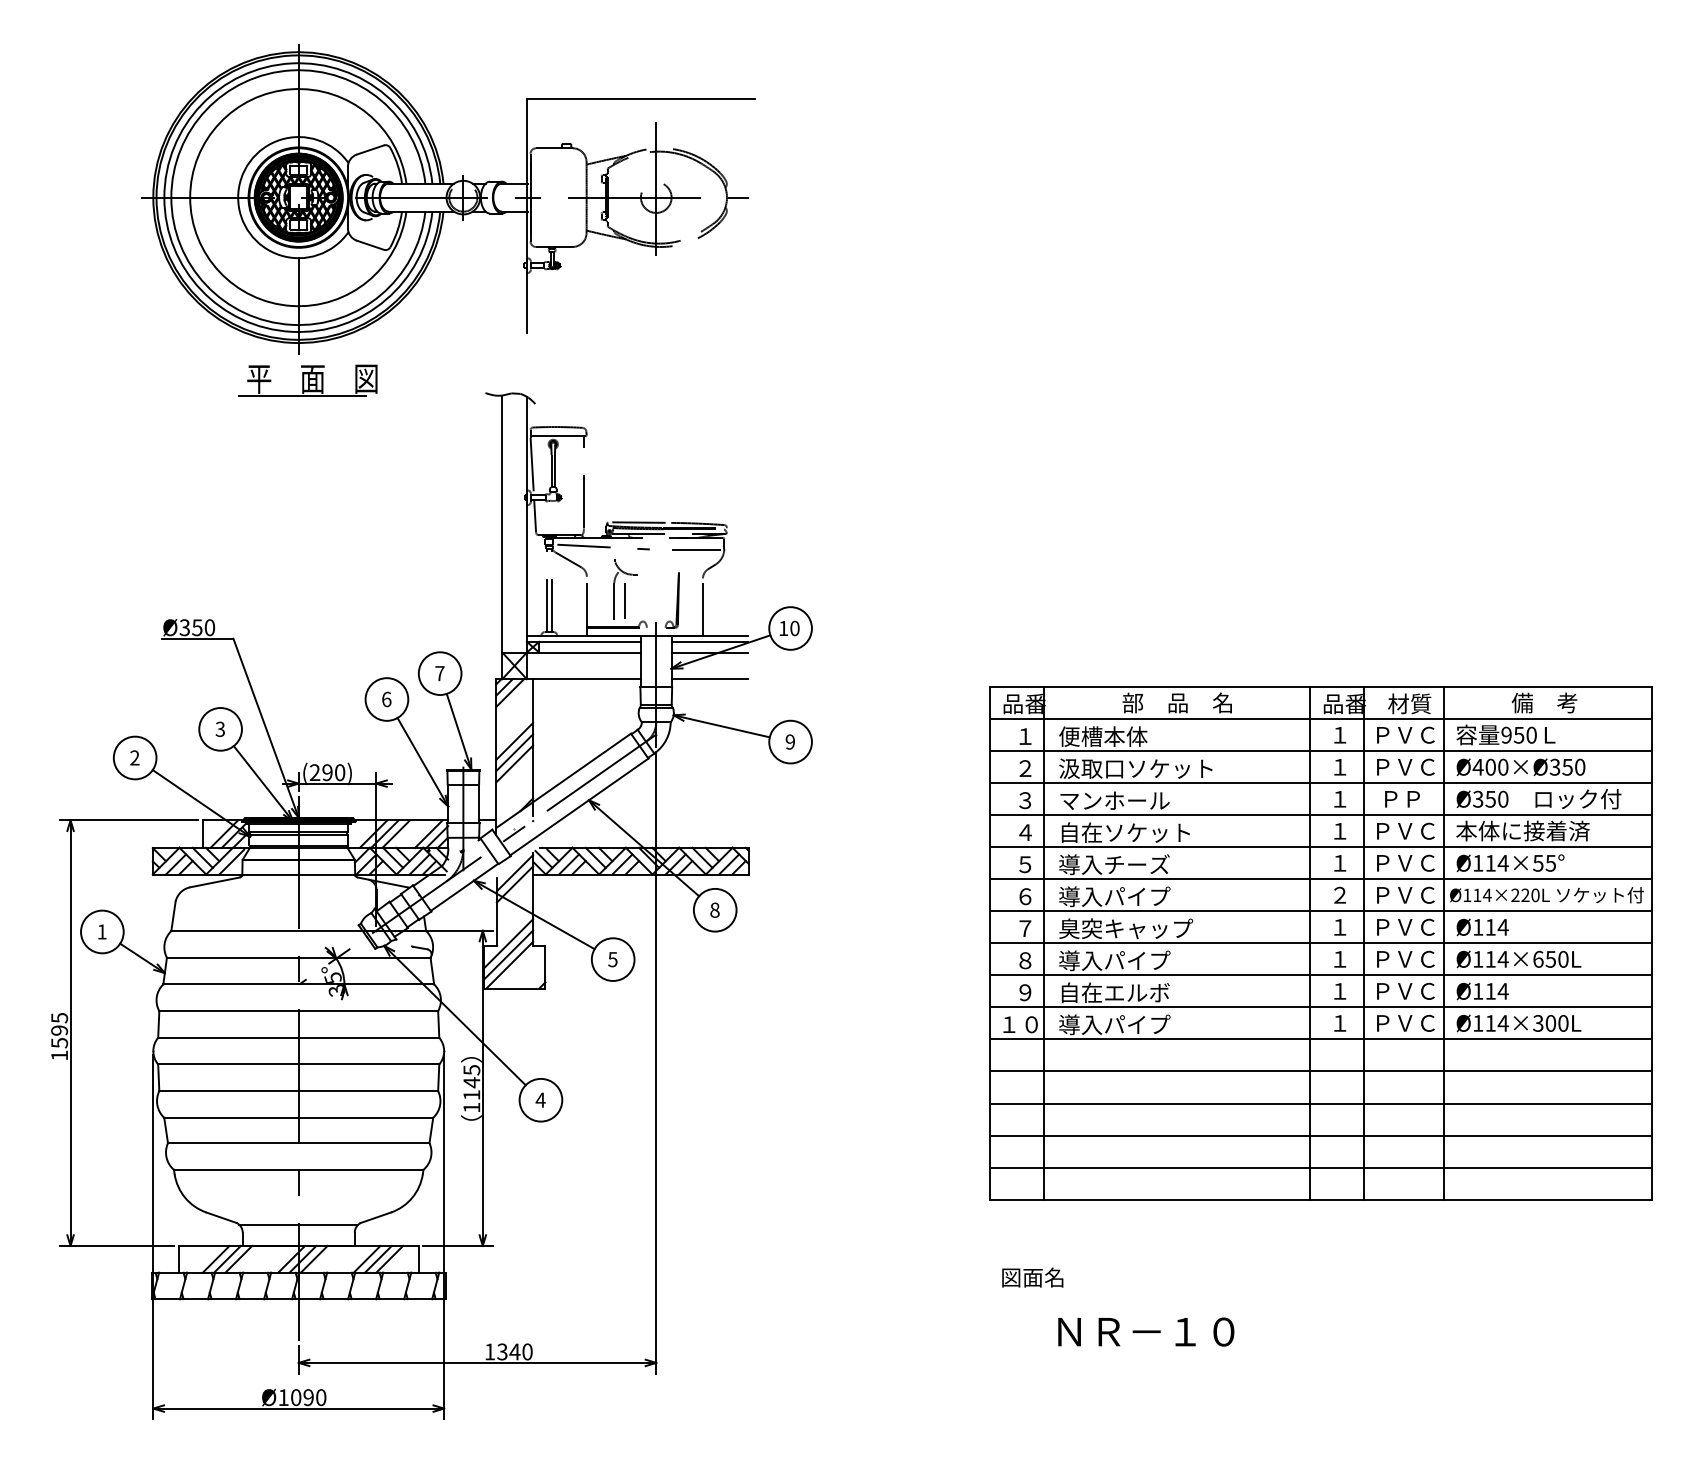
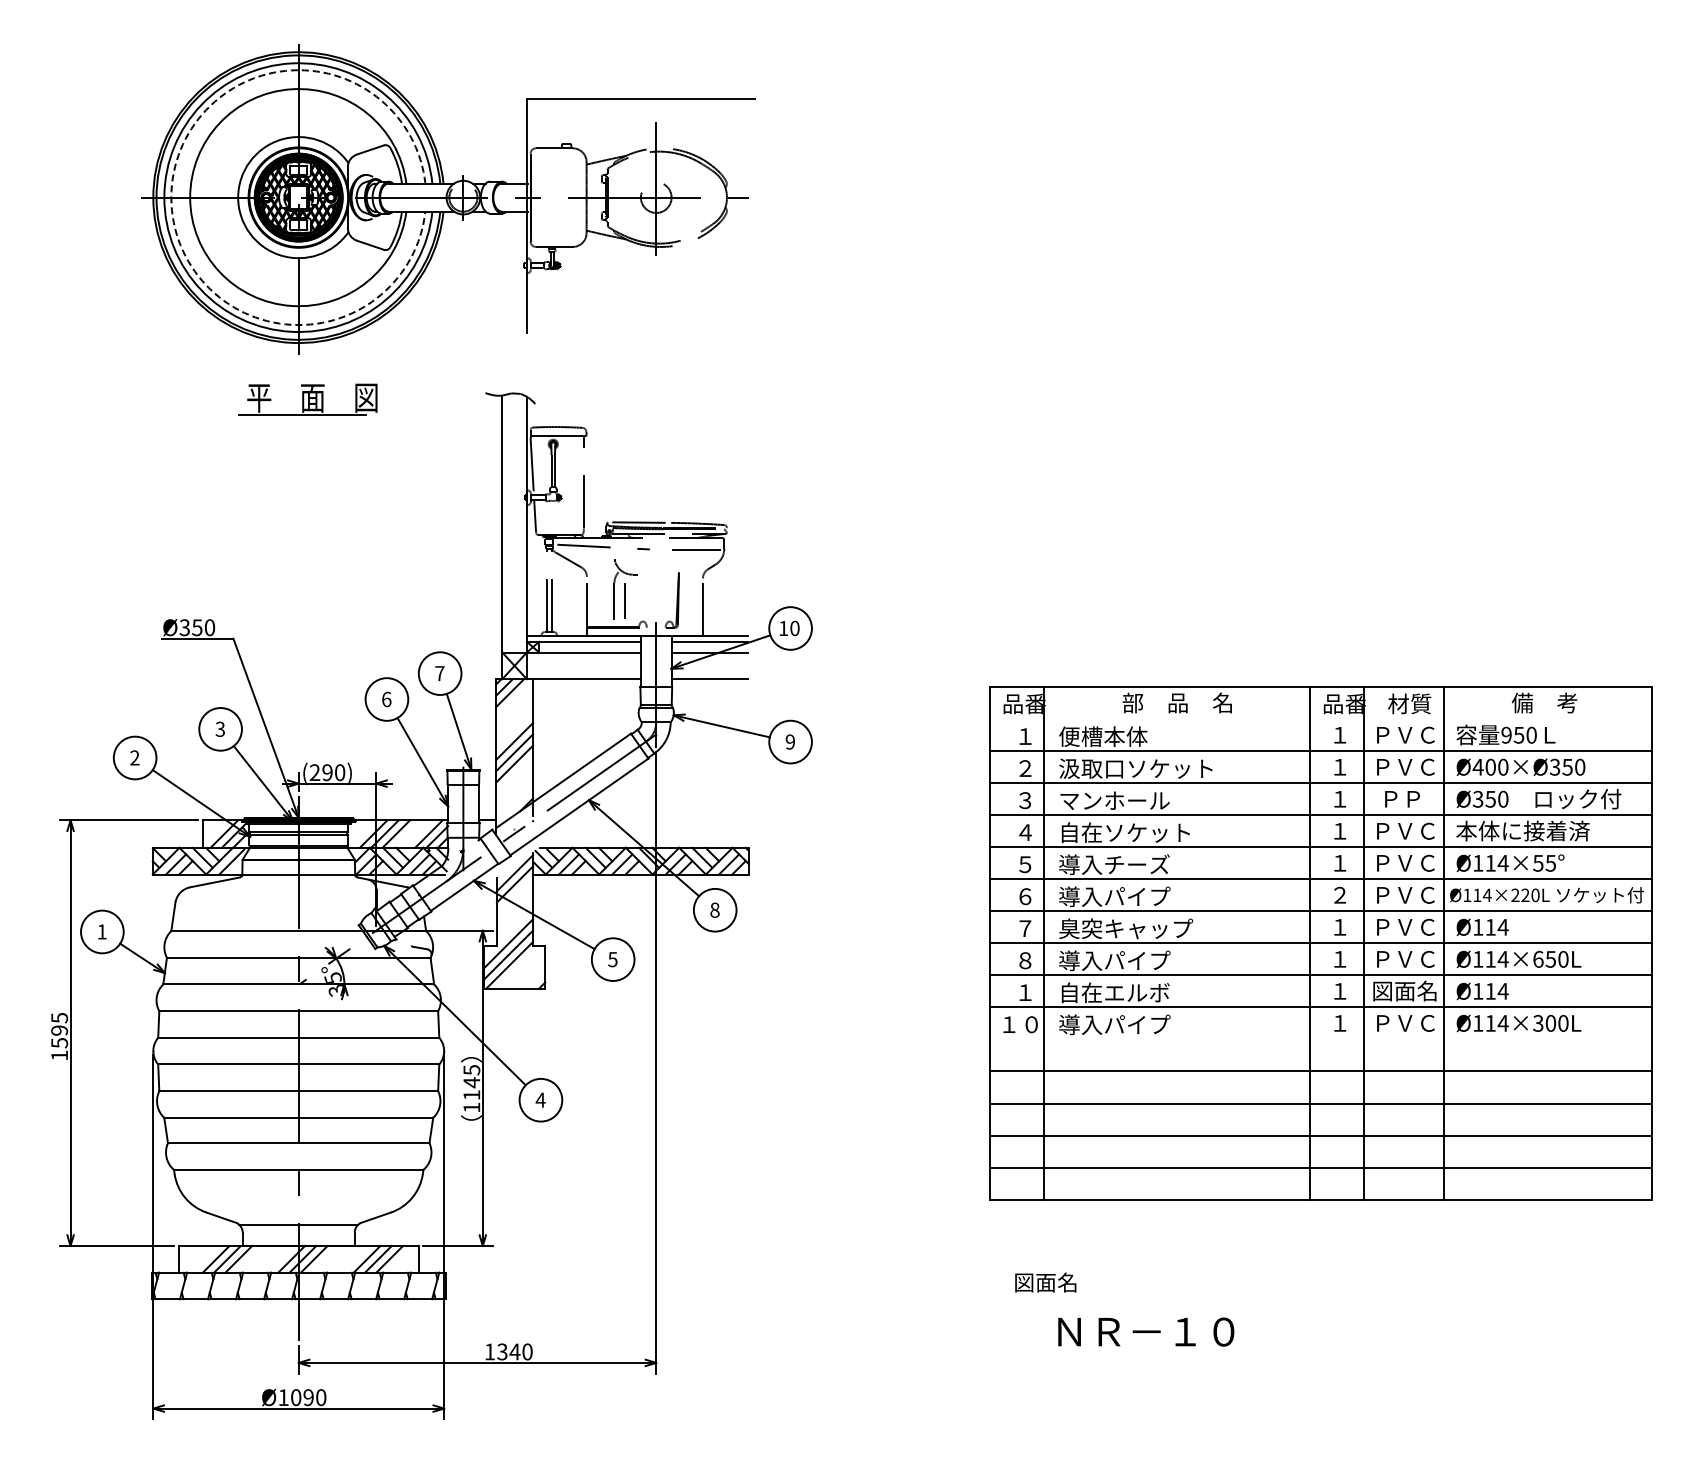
arc at (171, 197): solid -> dashed
part at (307, 380) position: (307, 380) -> (307, 399)
line at (1320, 719): present -> none
text at (1404, 990): ＰＶＣ -> 図面名
text at (1025, 992): ９ -> １
line at (1320, 1039): present -> none
text at (1032, 1277) position: (1032, 1277) -> (1045, 1282)
